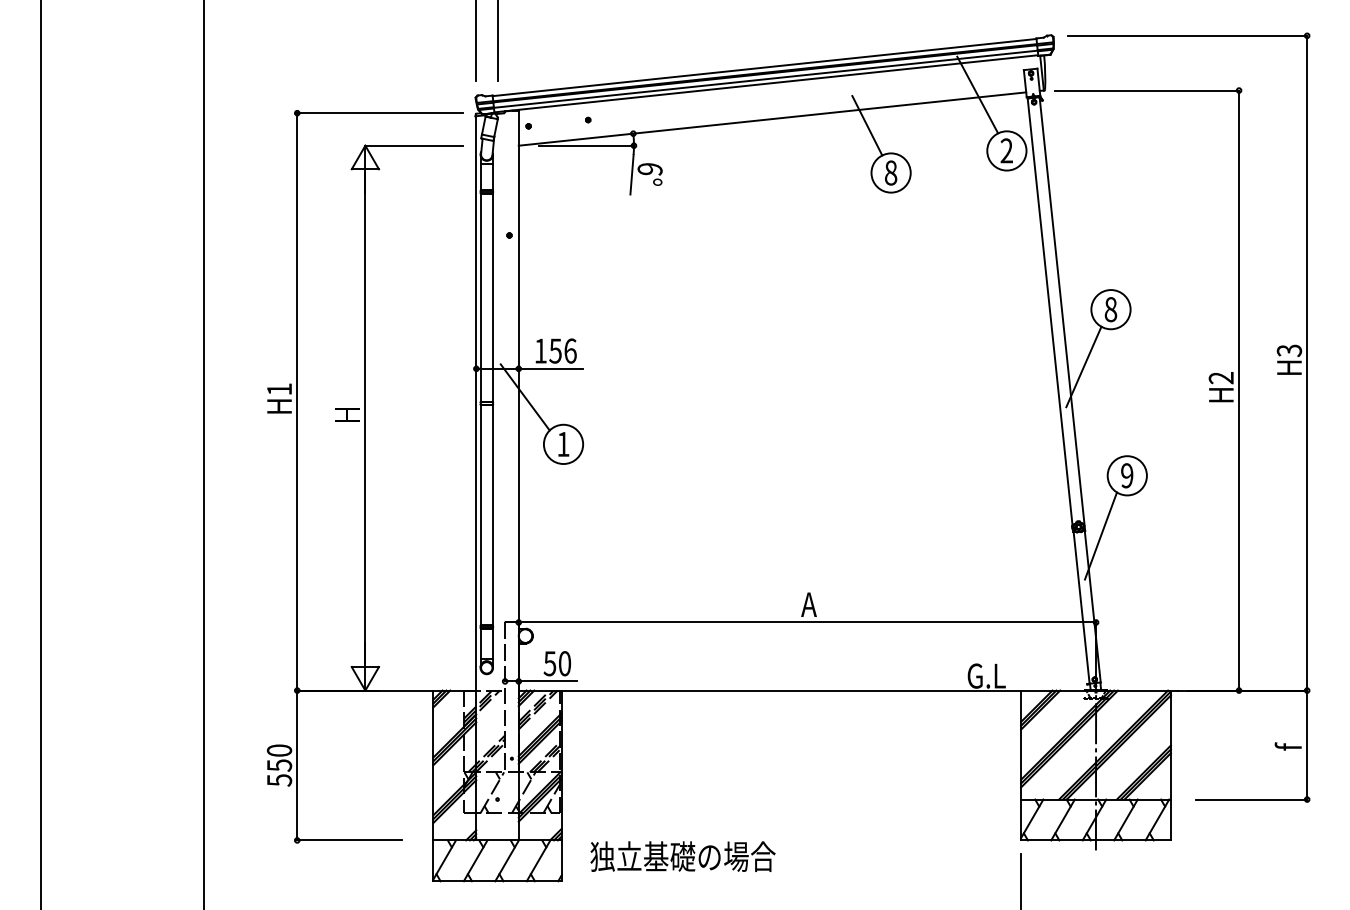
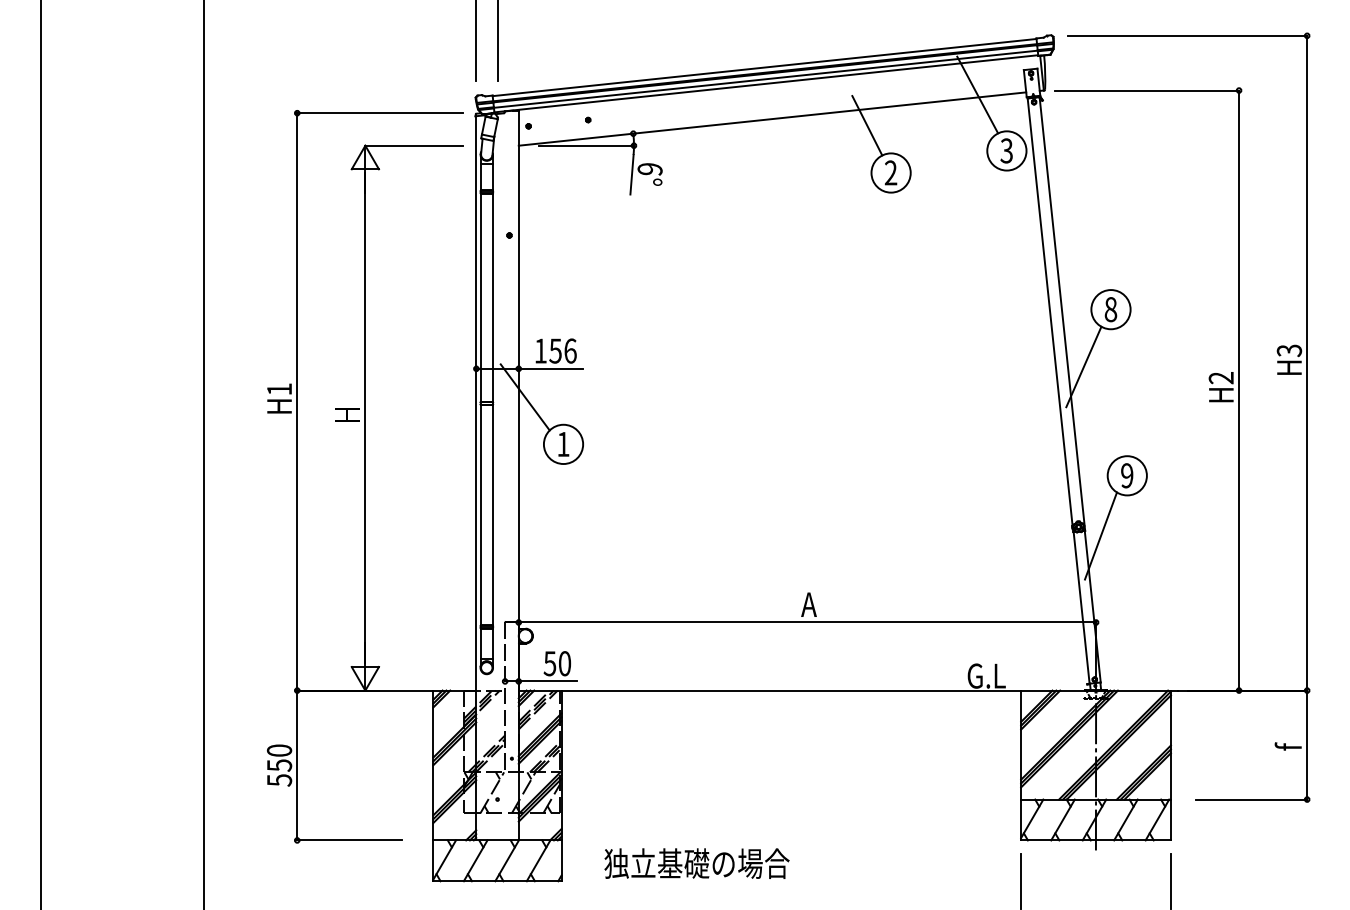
text at (1006, 150): 2 -> 3
text at (890, 172): 8 -> 2
text at (682, 856) position: (682, 856) -> (696, 863)
line at (1170, 880): none -> present
